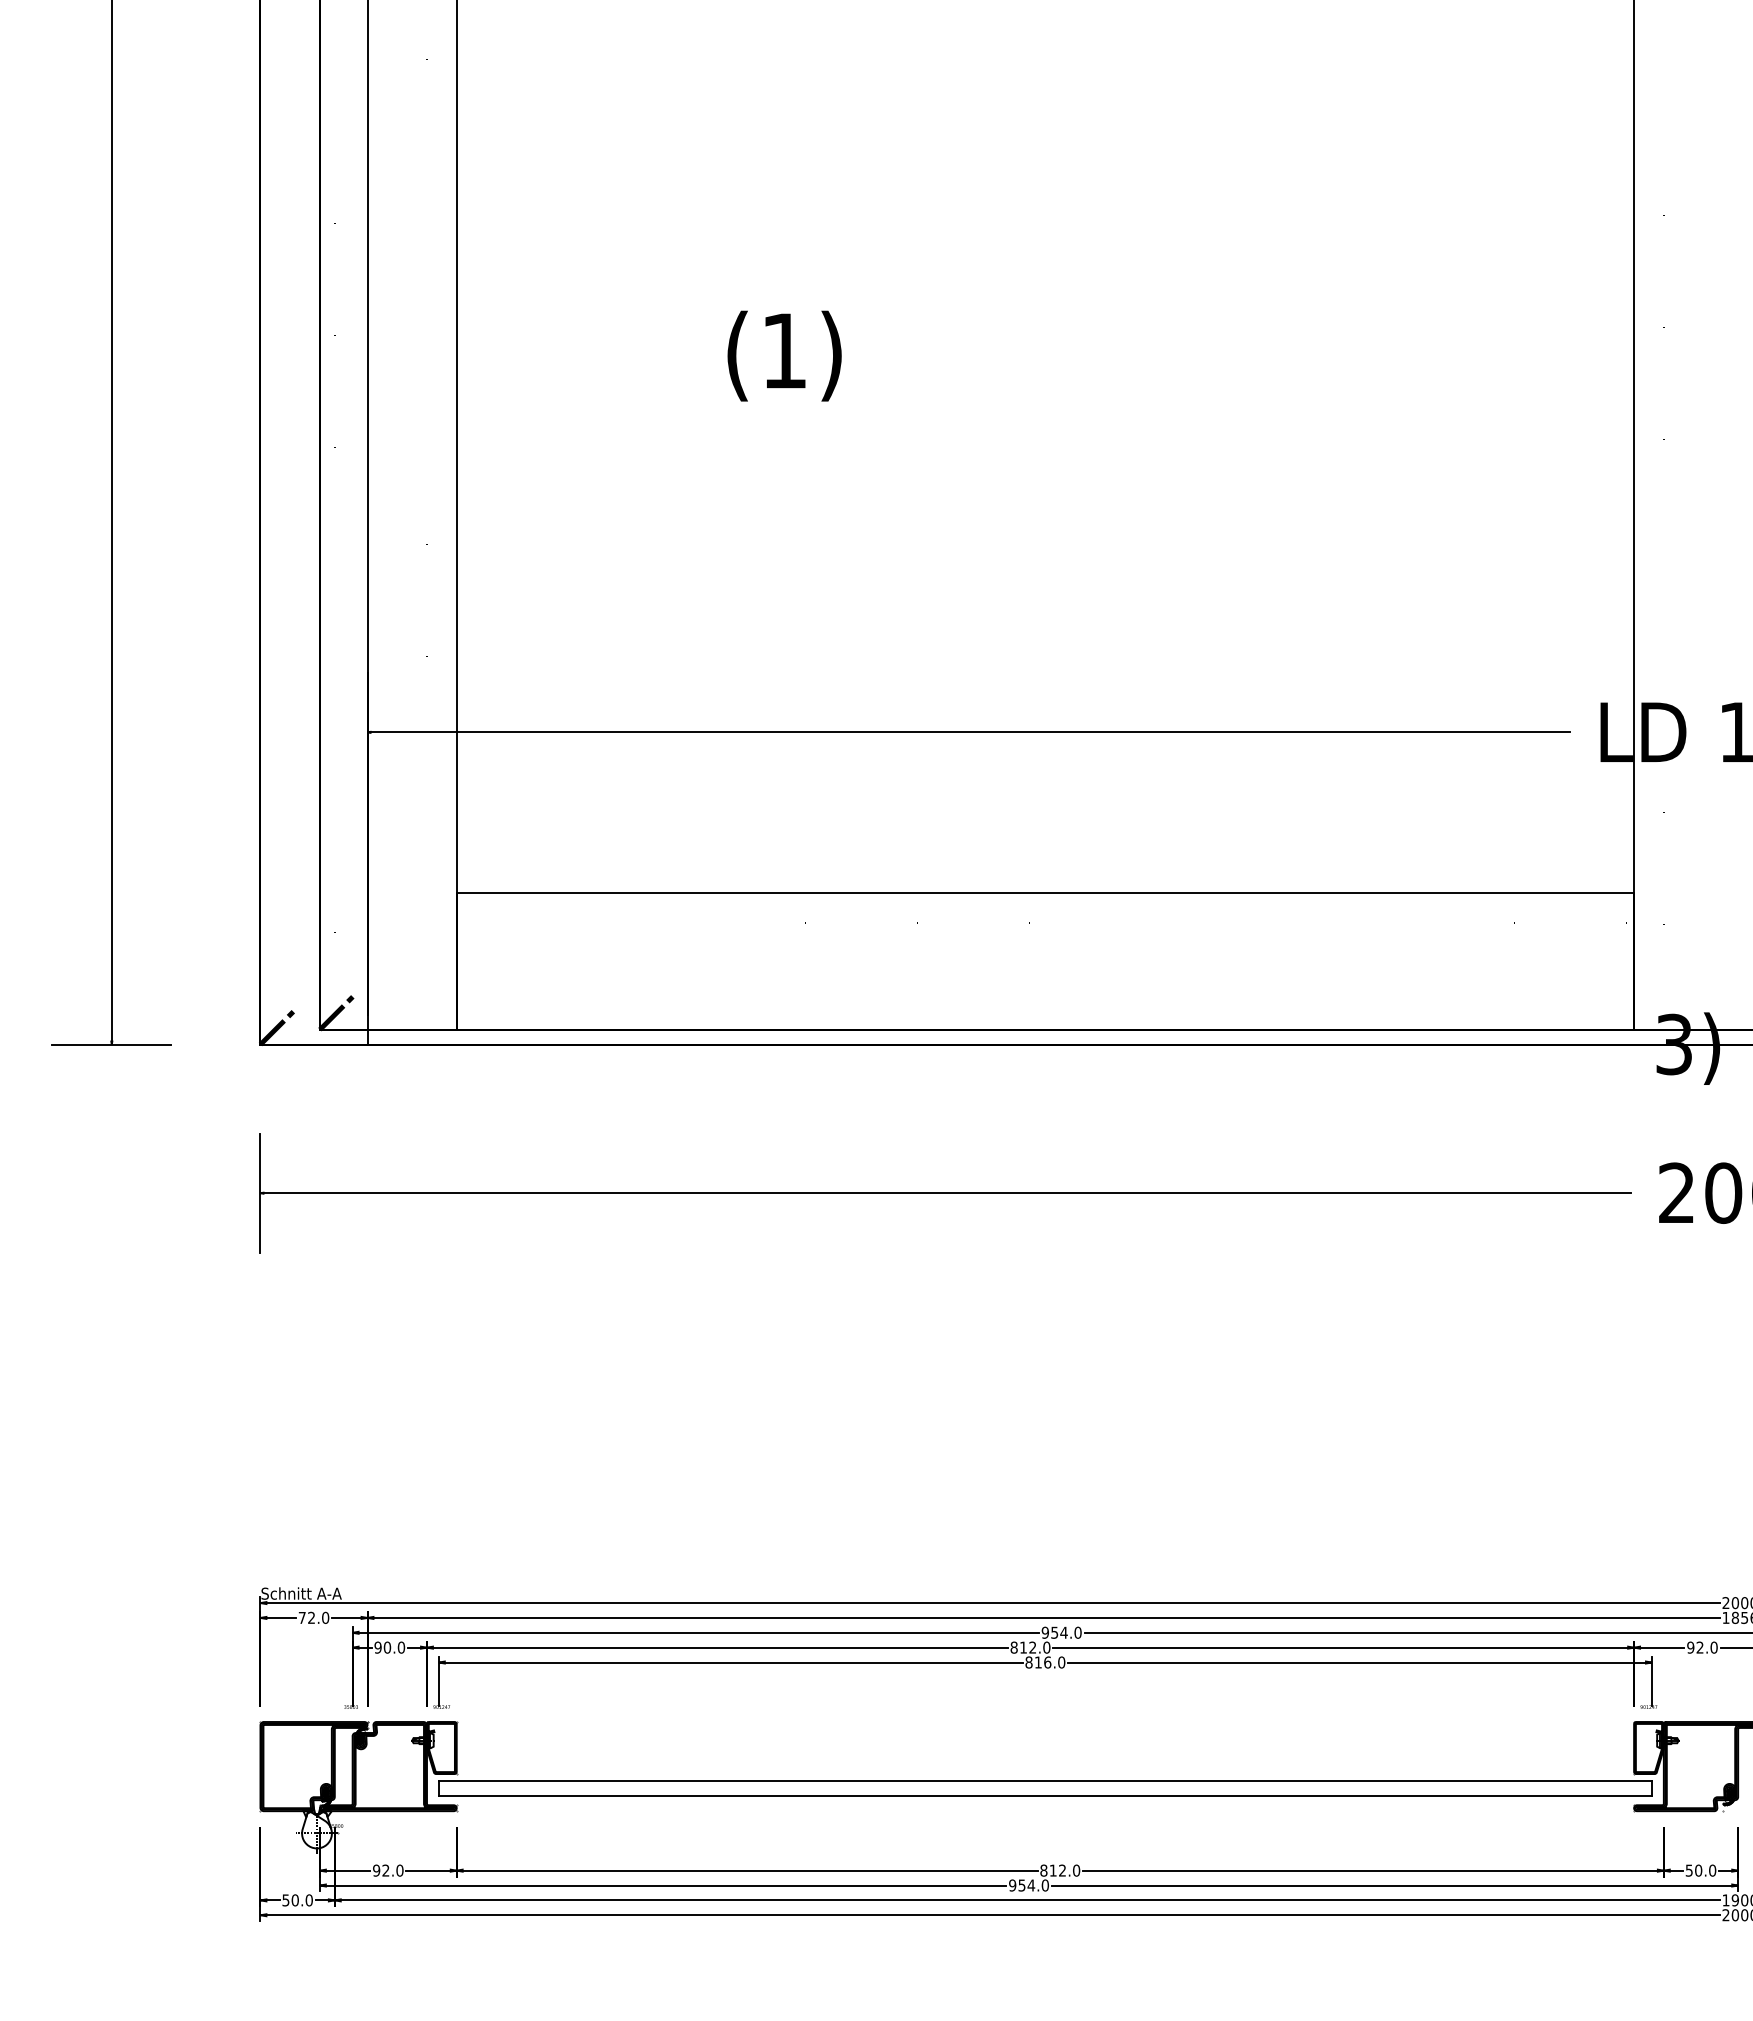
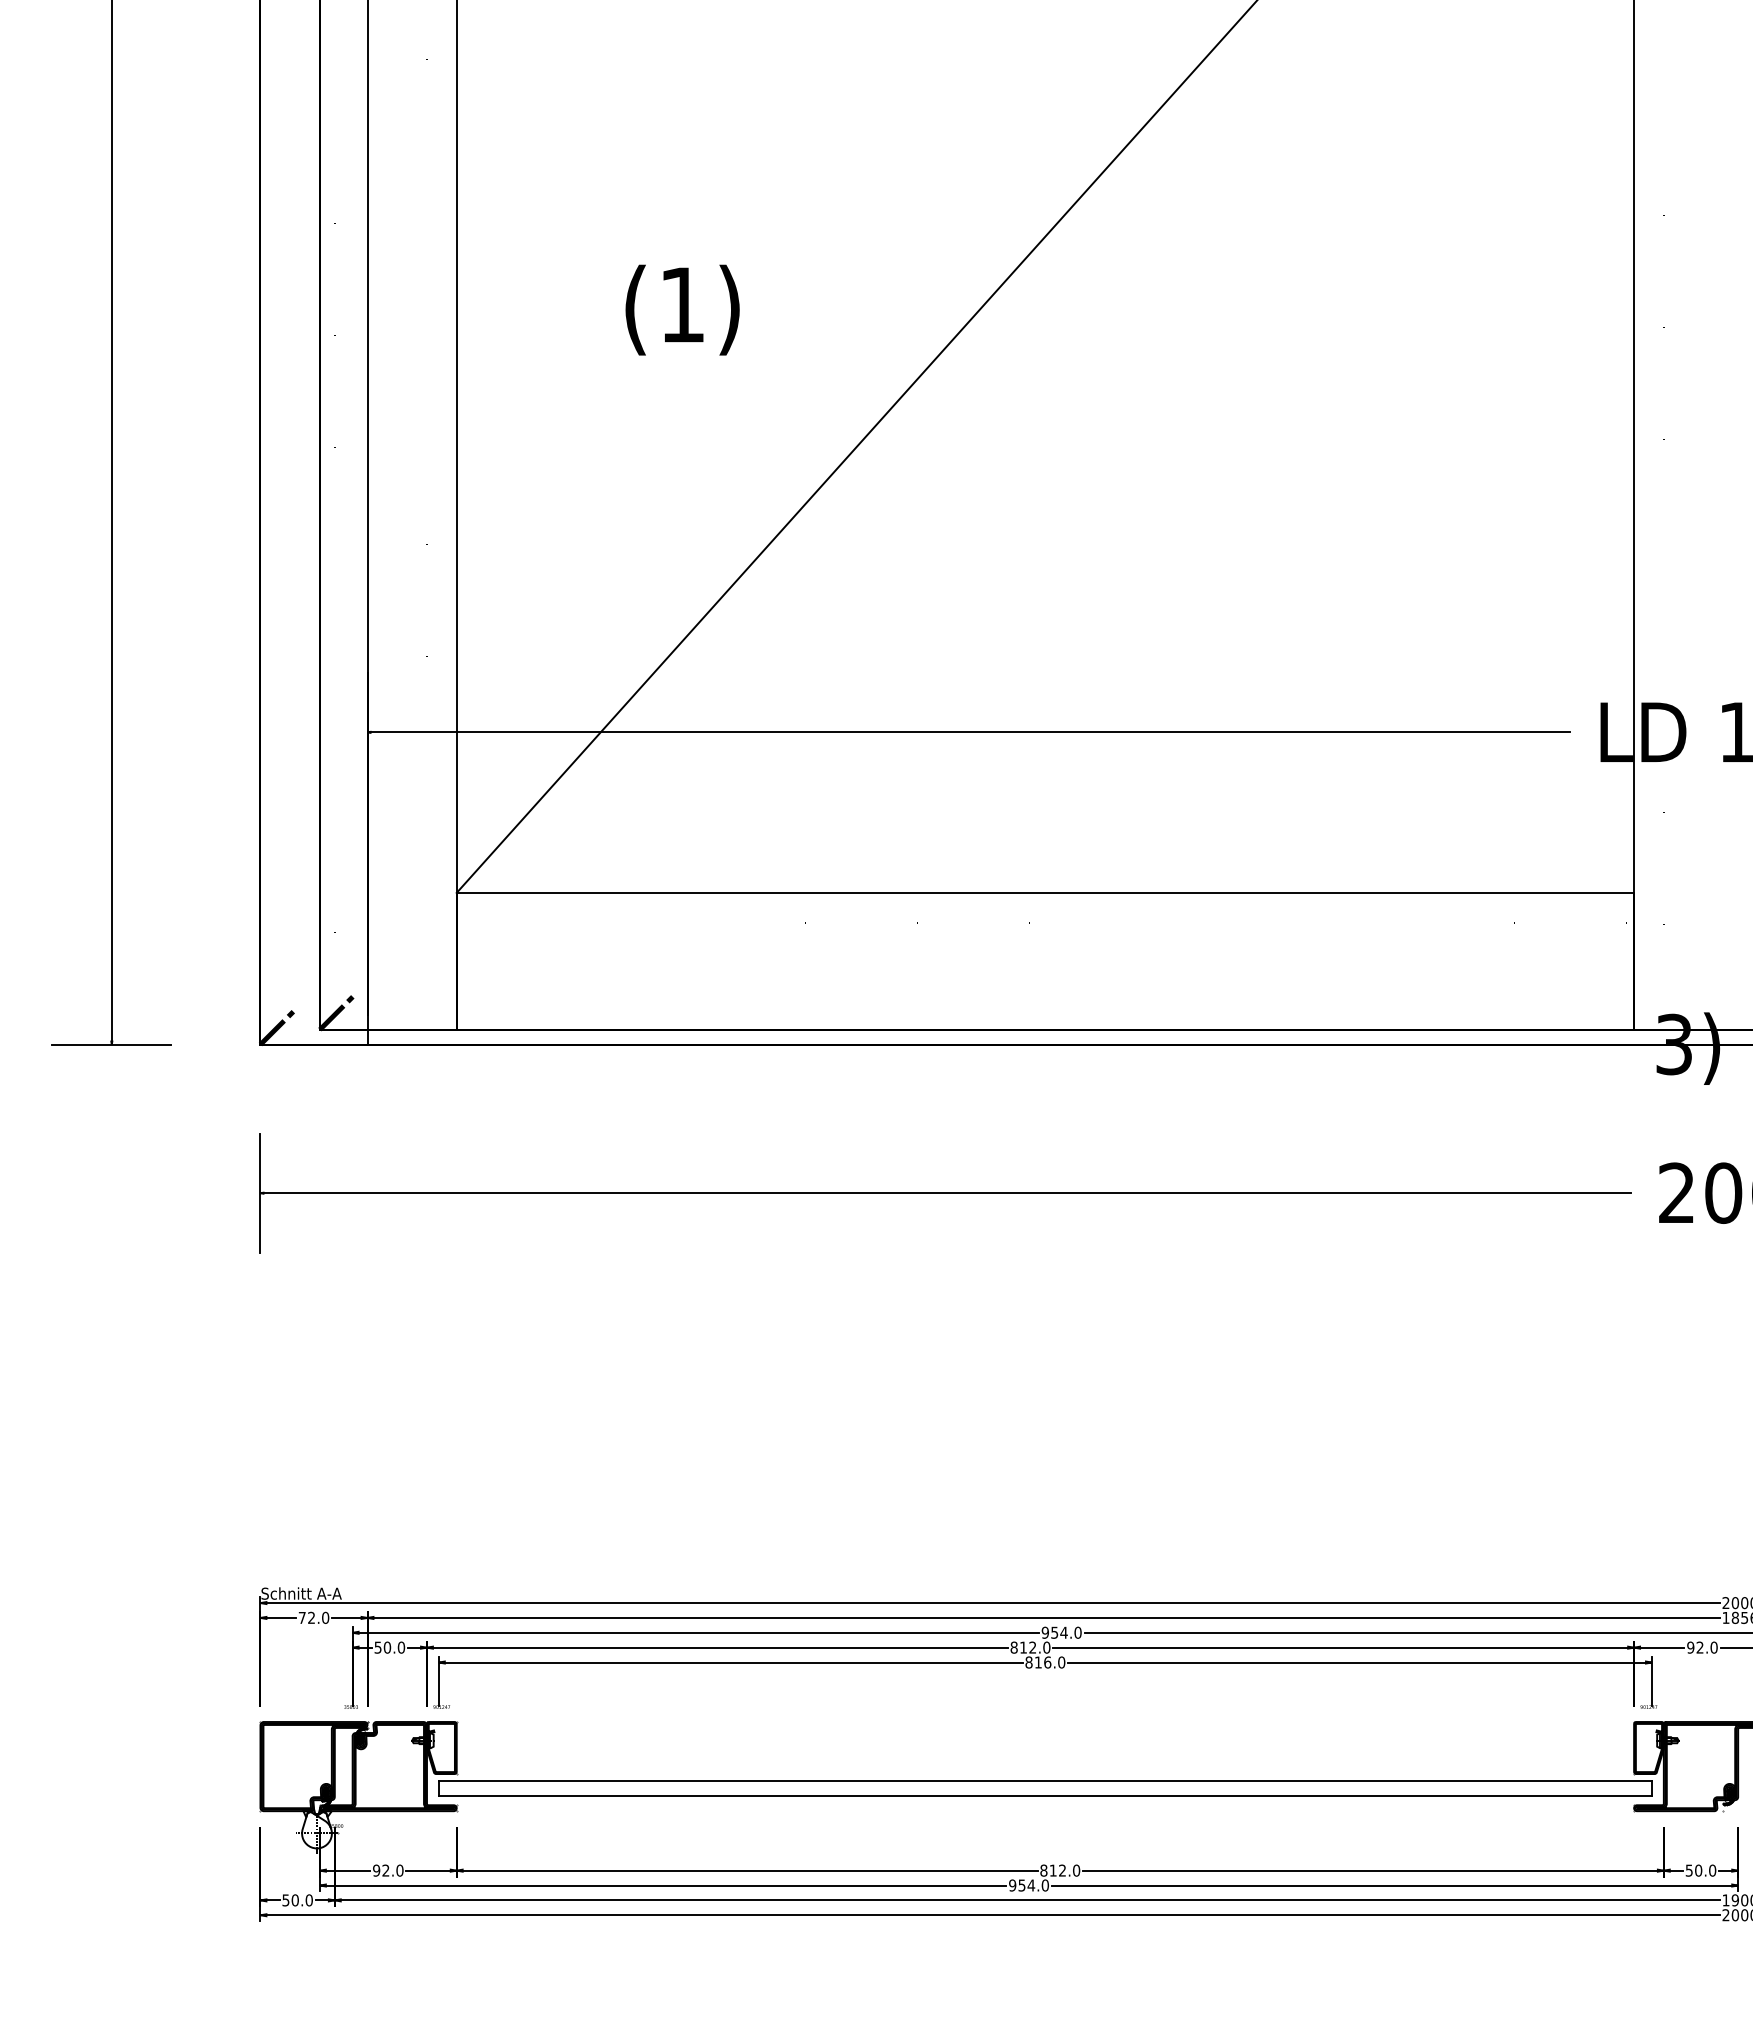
text at (784, 355) position: (784, 355) -> (682, 309)
line at (855, 447): none -> present
text at (377, 1647): 90.0 -> 50.0
